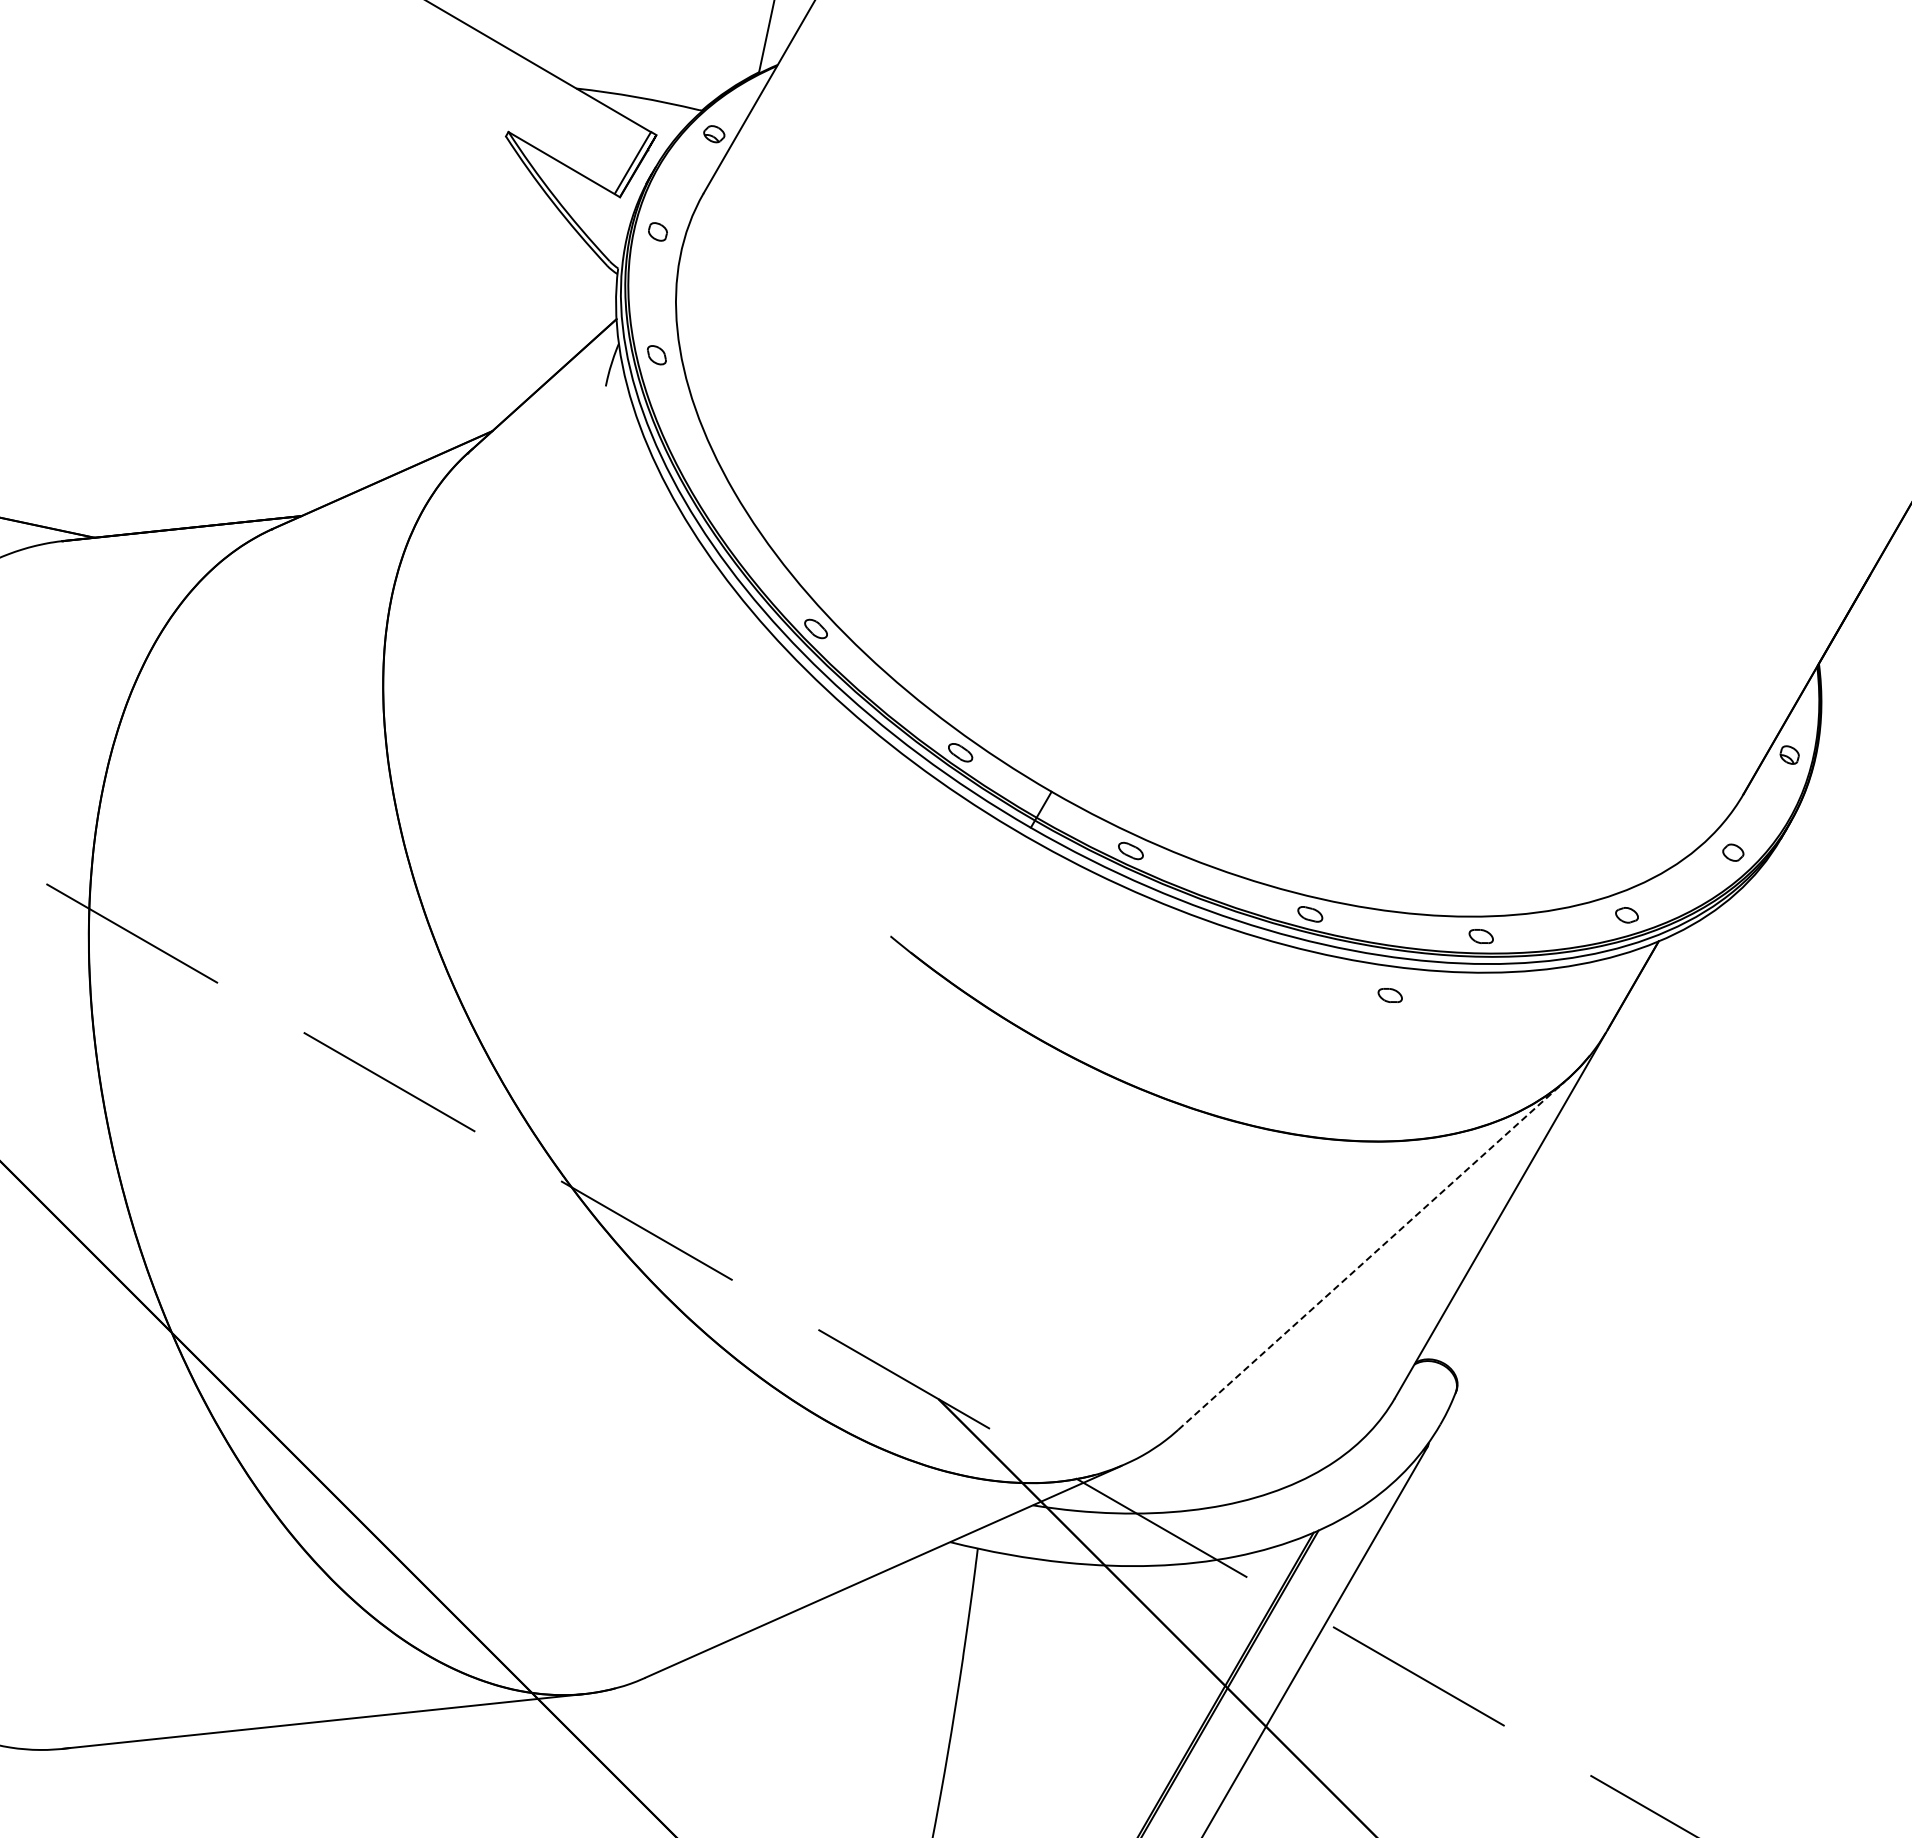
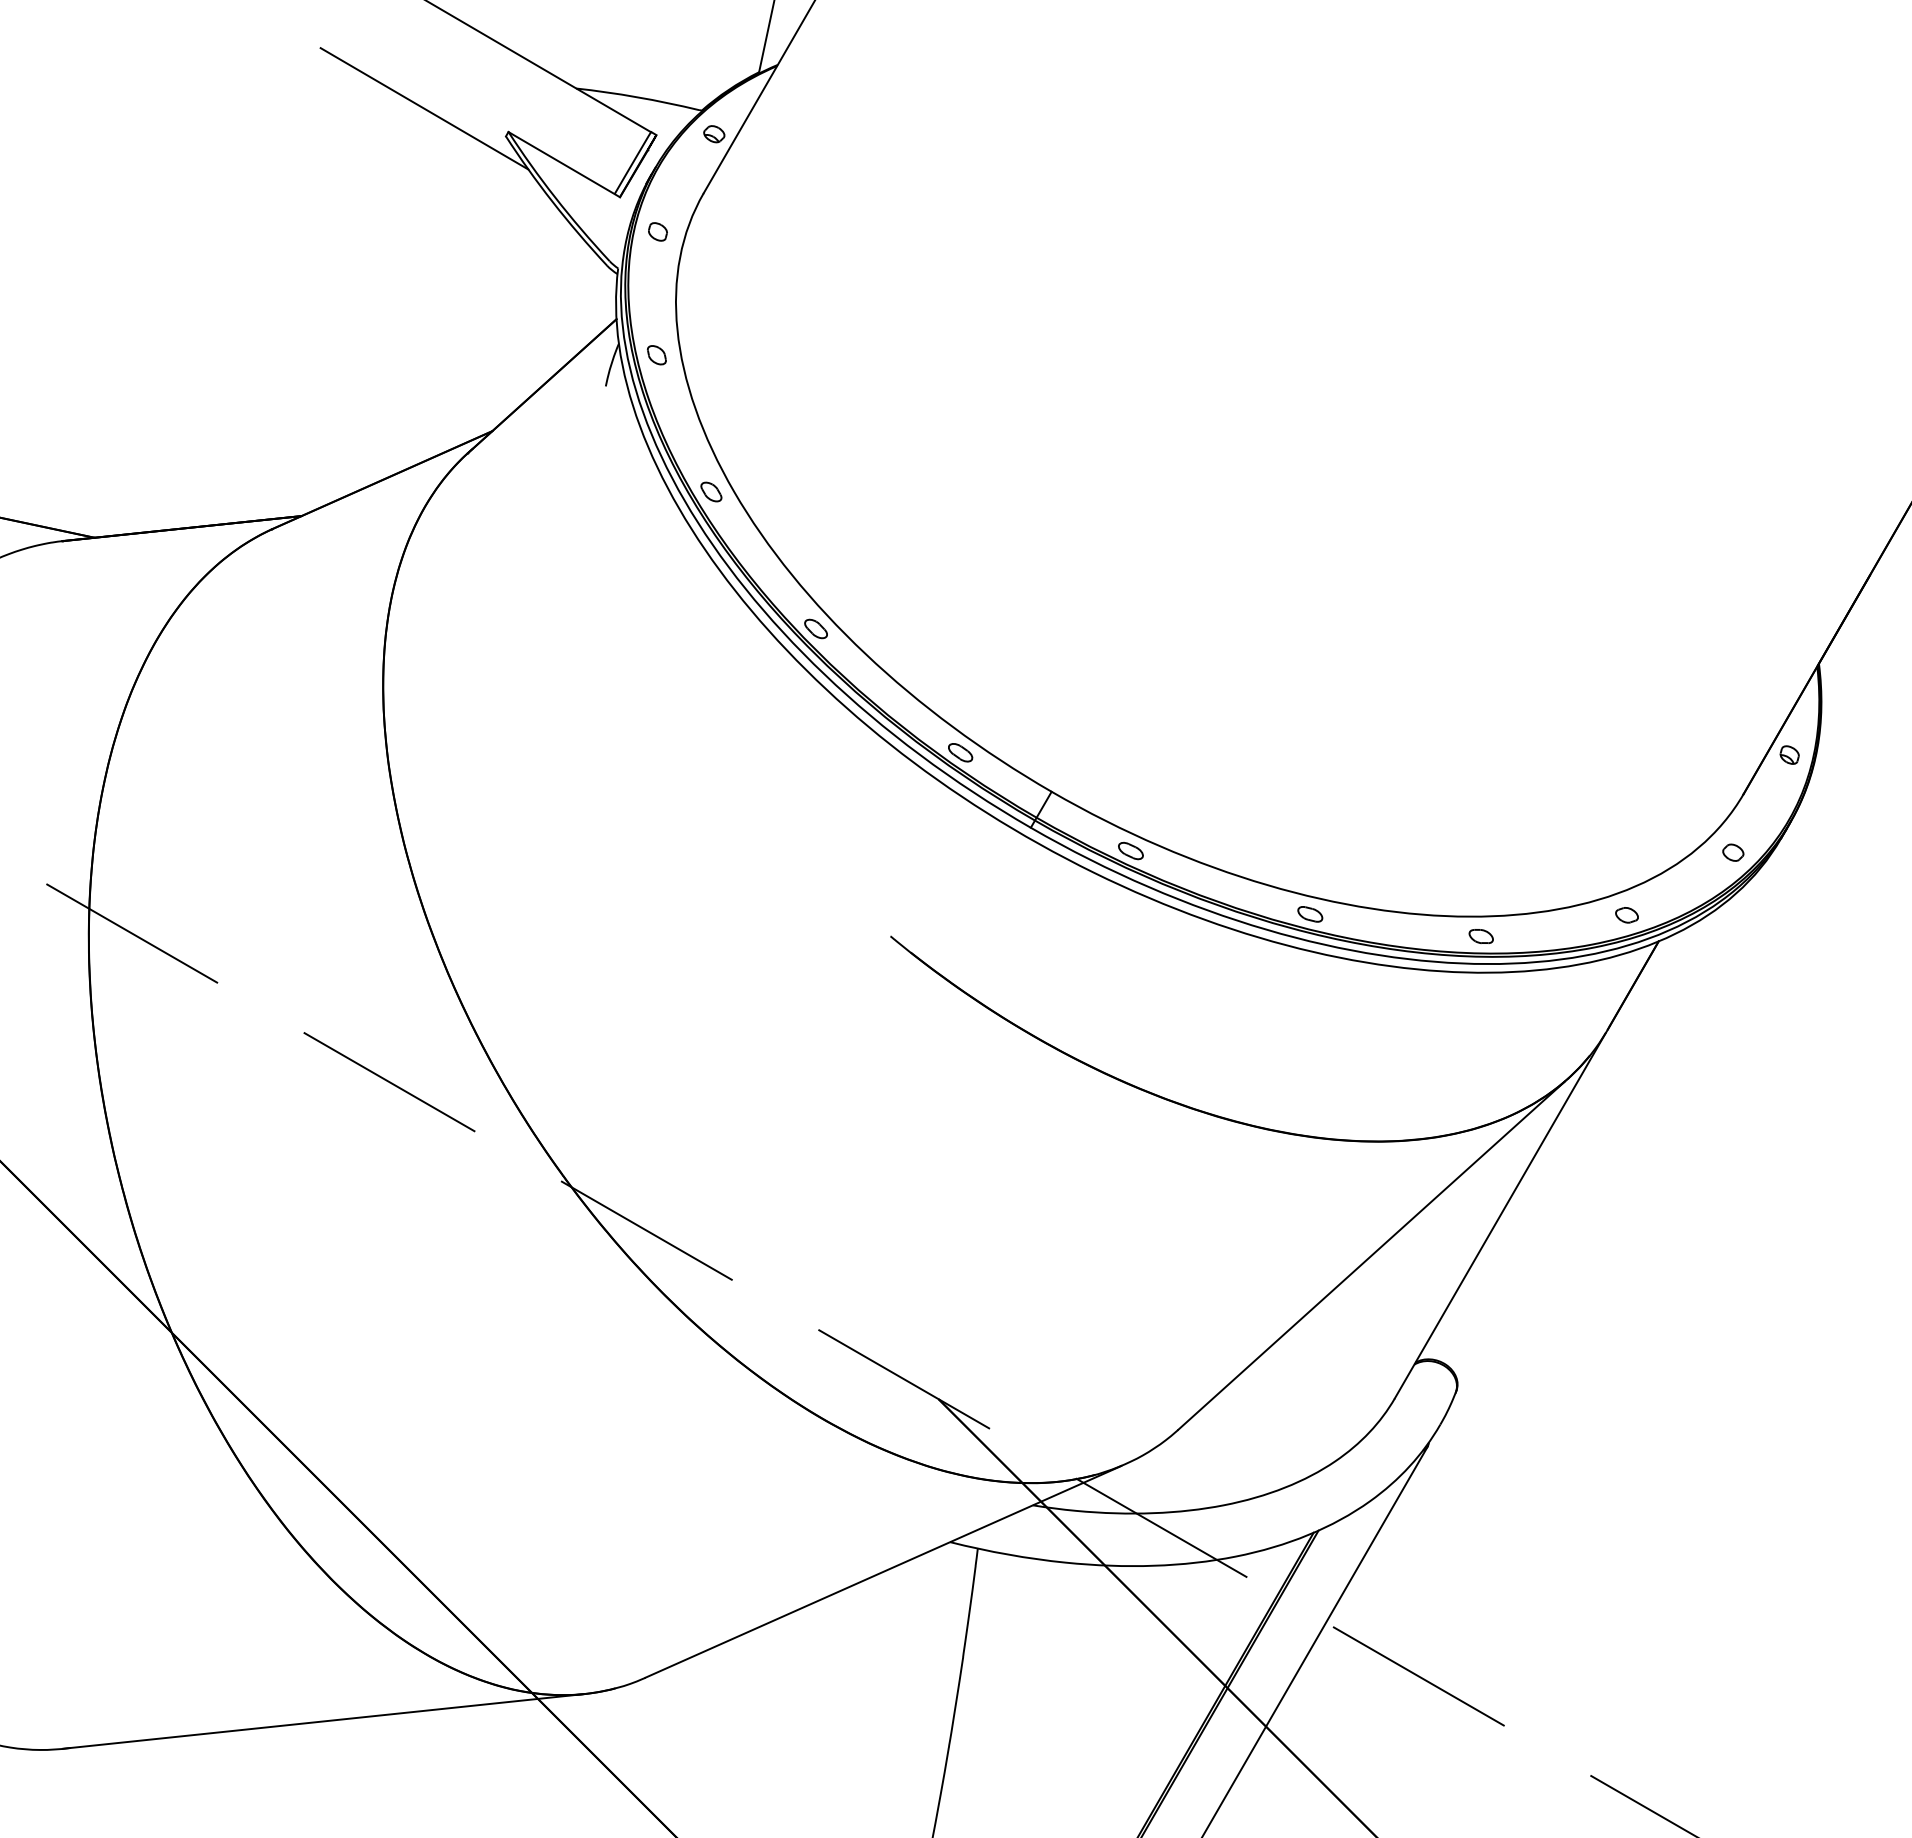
line at (424, 108): none -> present
part at (711, 491): none -> present
part at (1389, 995): present -> none
line at (1371, 1255): dashed -> solid
